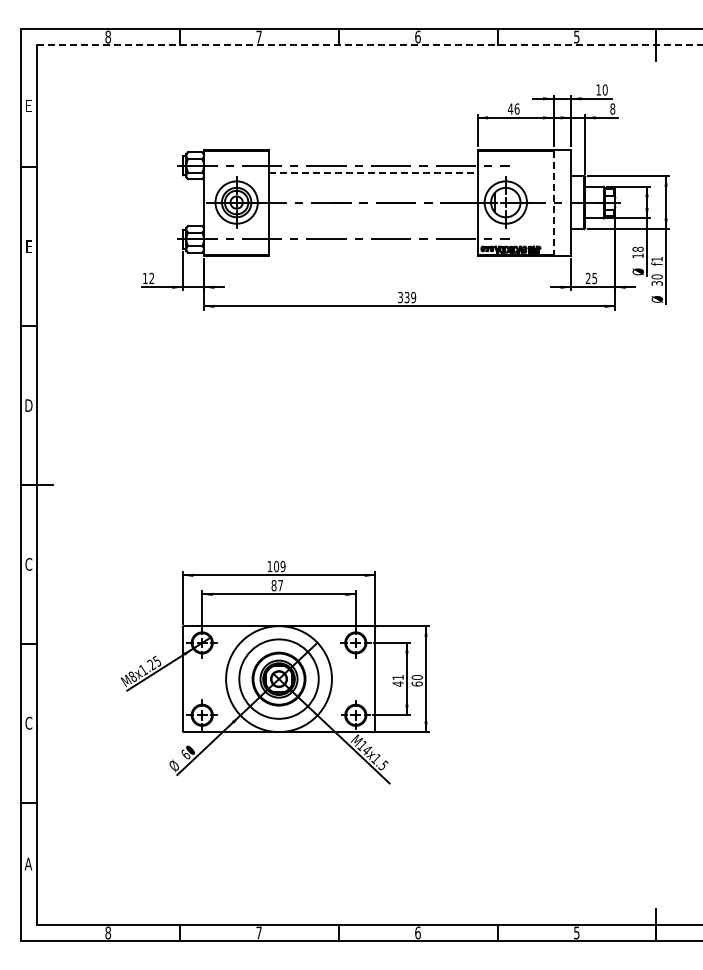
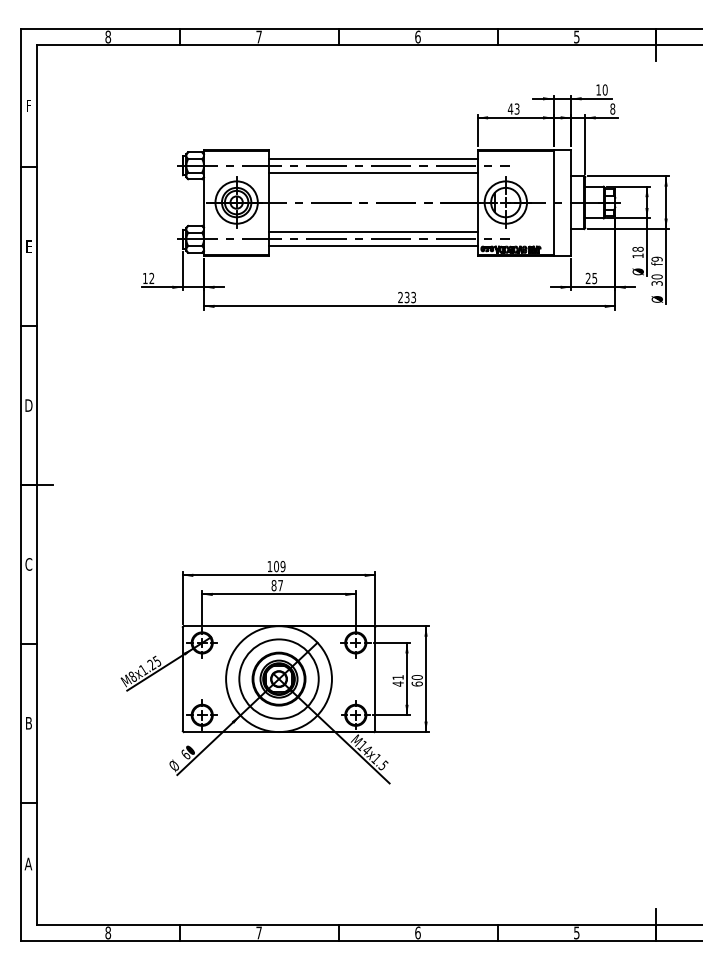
line at (369, 44): dashed -> solid
text at (28, 105): E -> F
text at (516, 108): 46 -> 43
line at (373, 158): none -> present
line at (373, 172): dashed -> solid
line at (553, 203): dashed -> solid
line at (373, 232): none -> present
line at (373, 246): none -> present
text at (656, 258): f1 -> f9
text at (407, 297): 339 -> 233
text at (28, 722): C -> B
